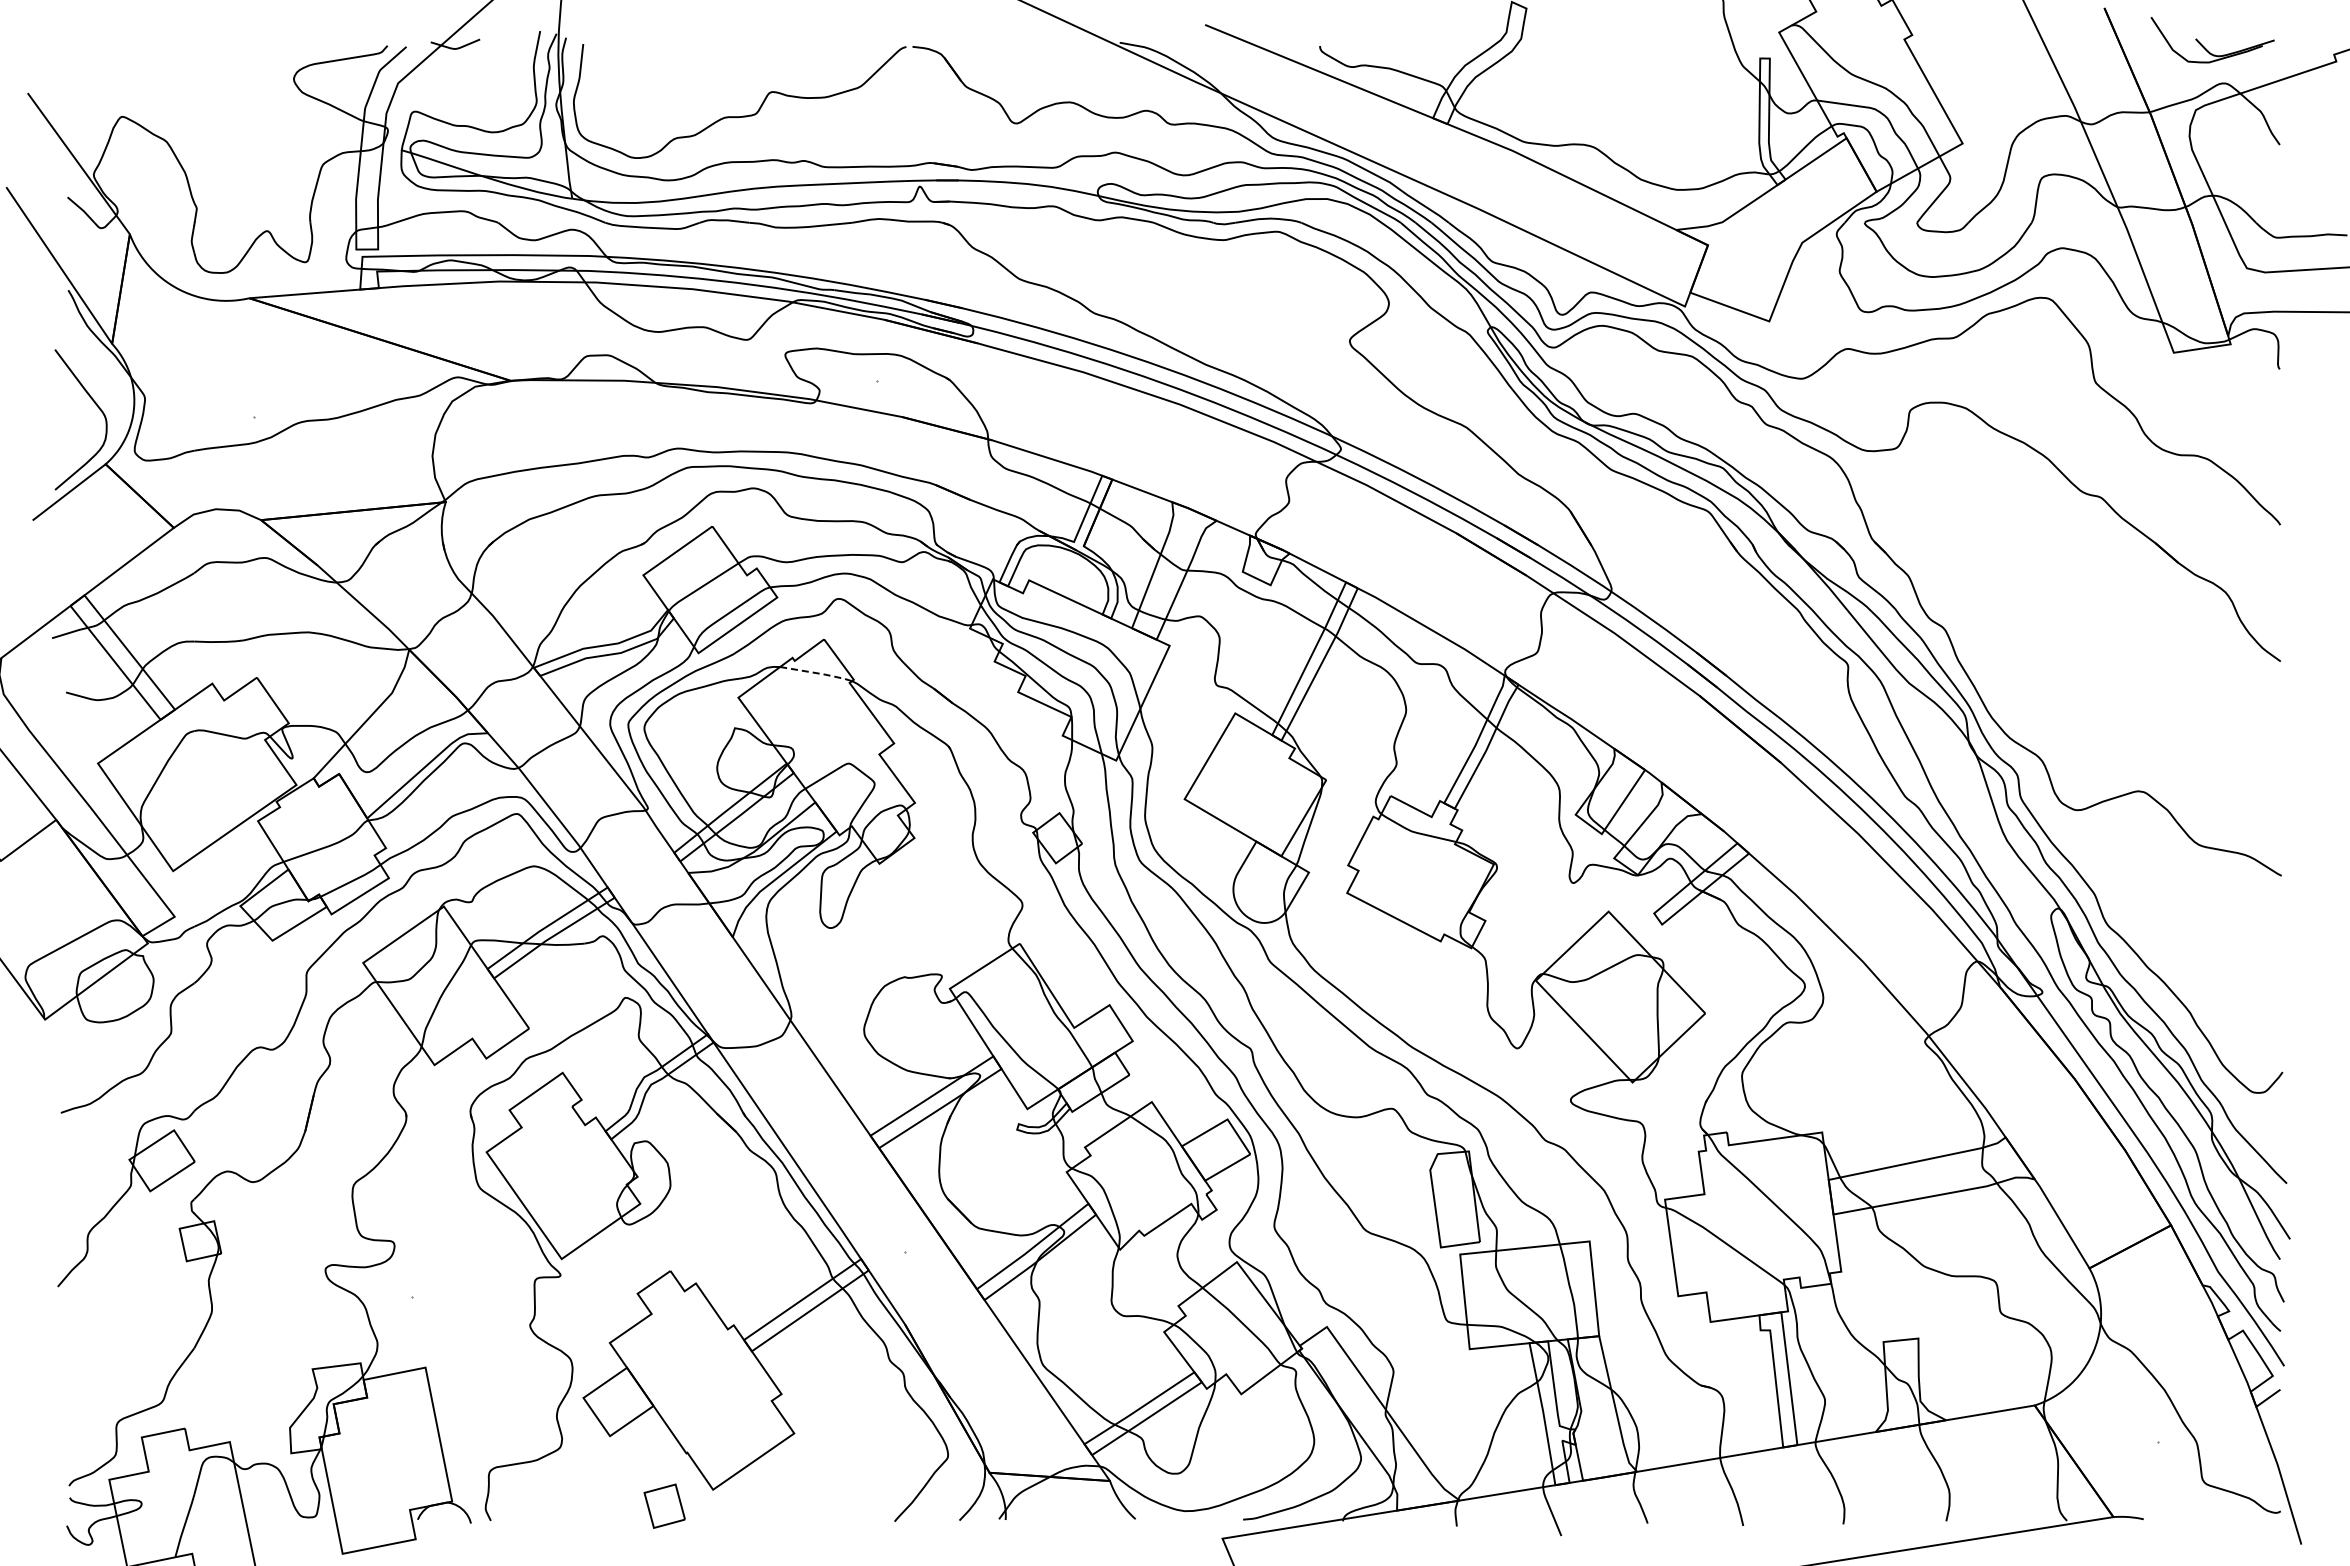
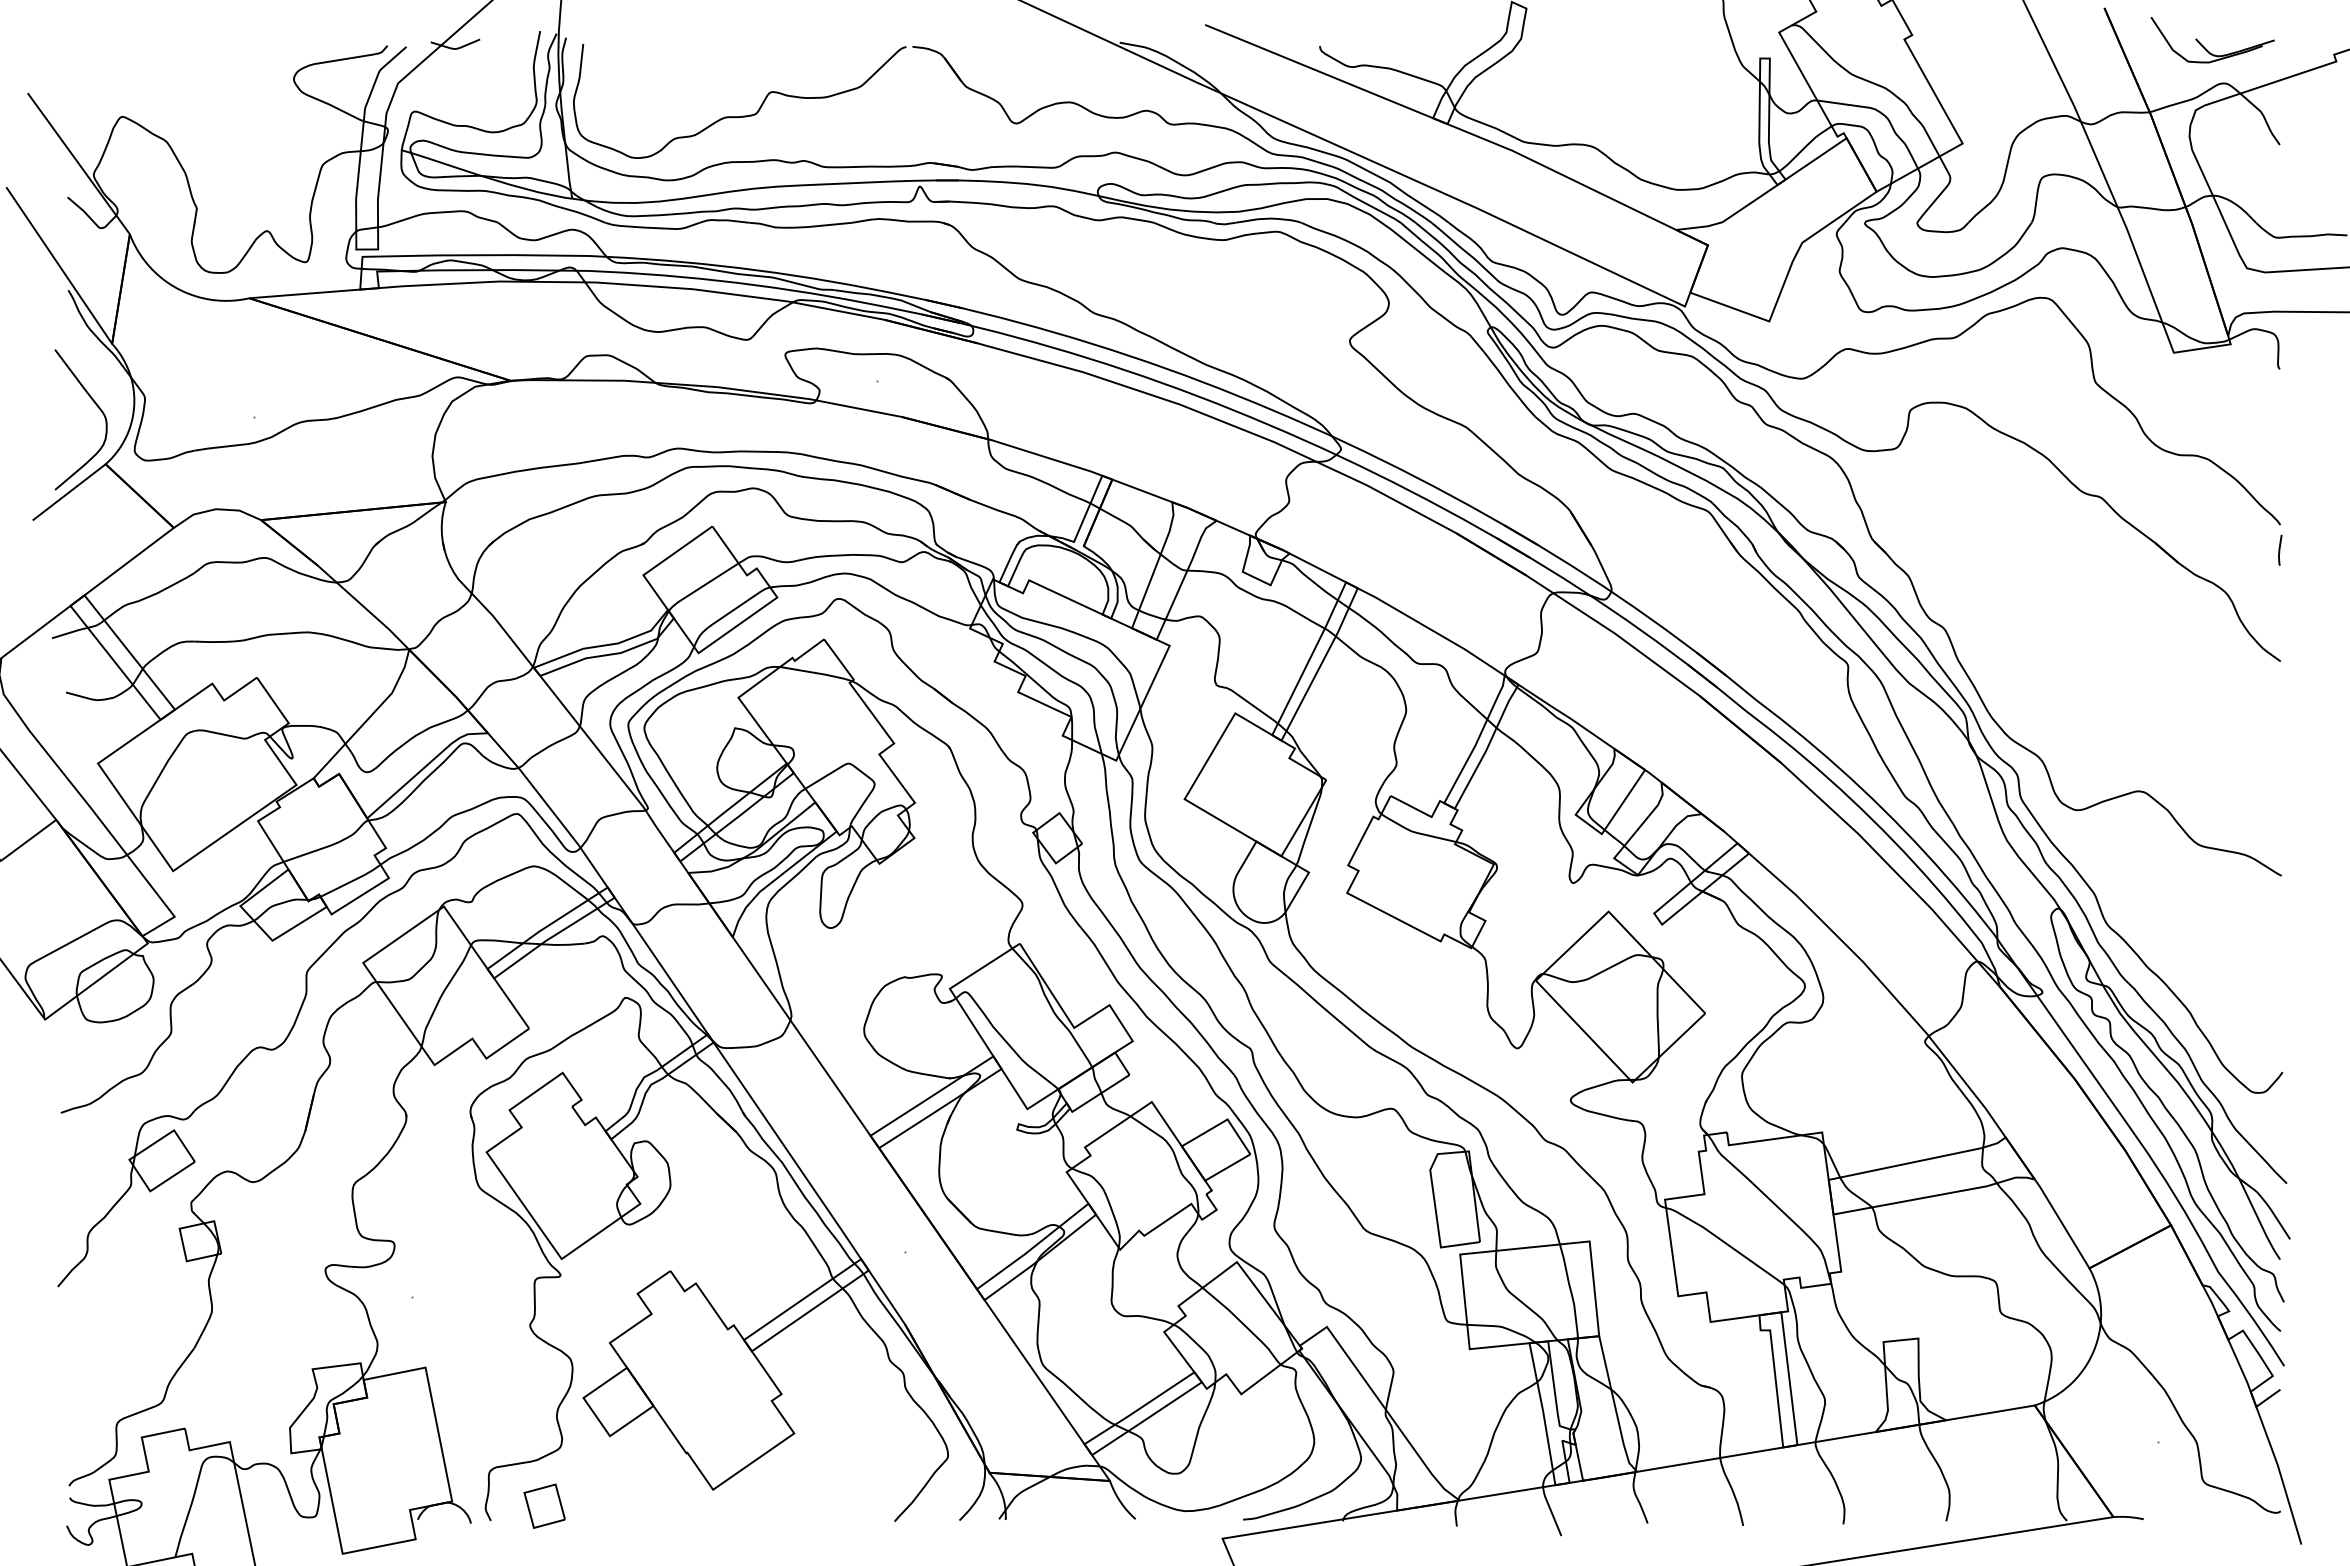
line at (2280, 549): none -> present
line at (818, 673): dashed -> solid
part at (664, 1505) position: (664, 1505) -> (544, 1505)
